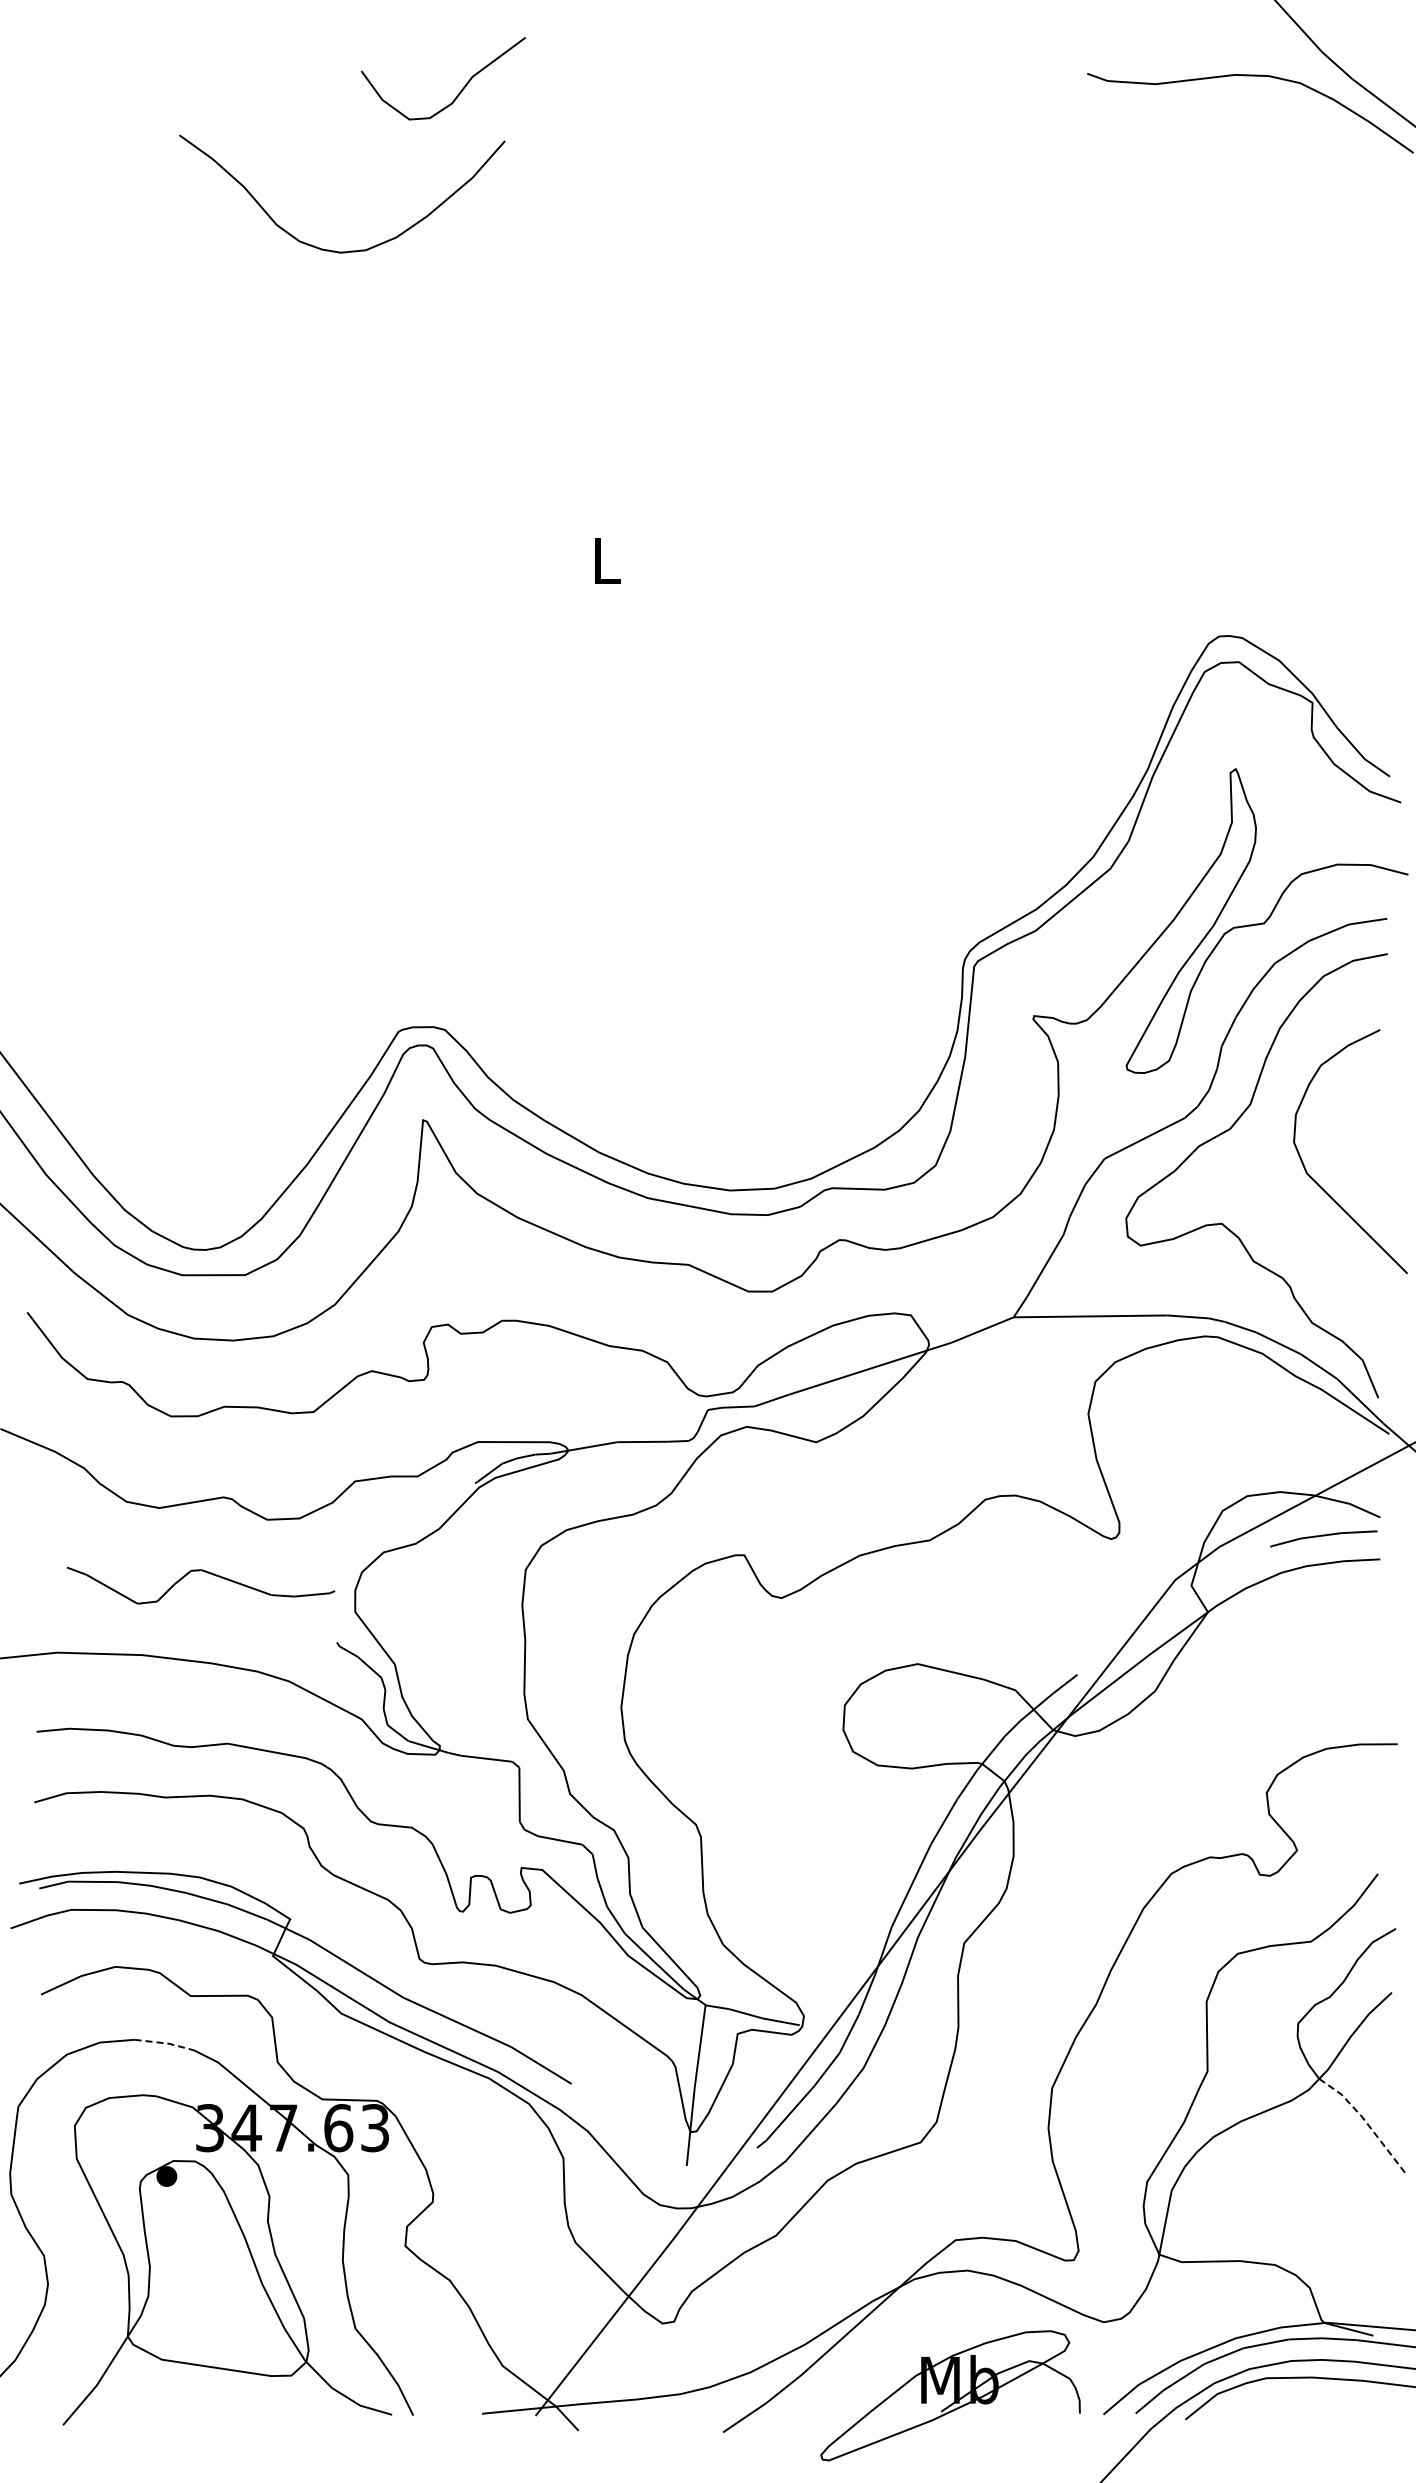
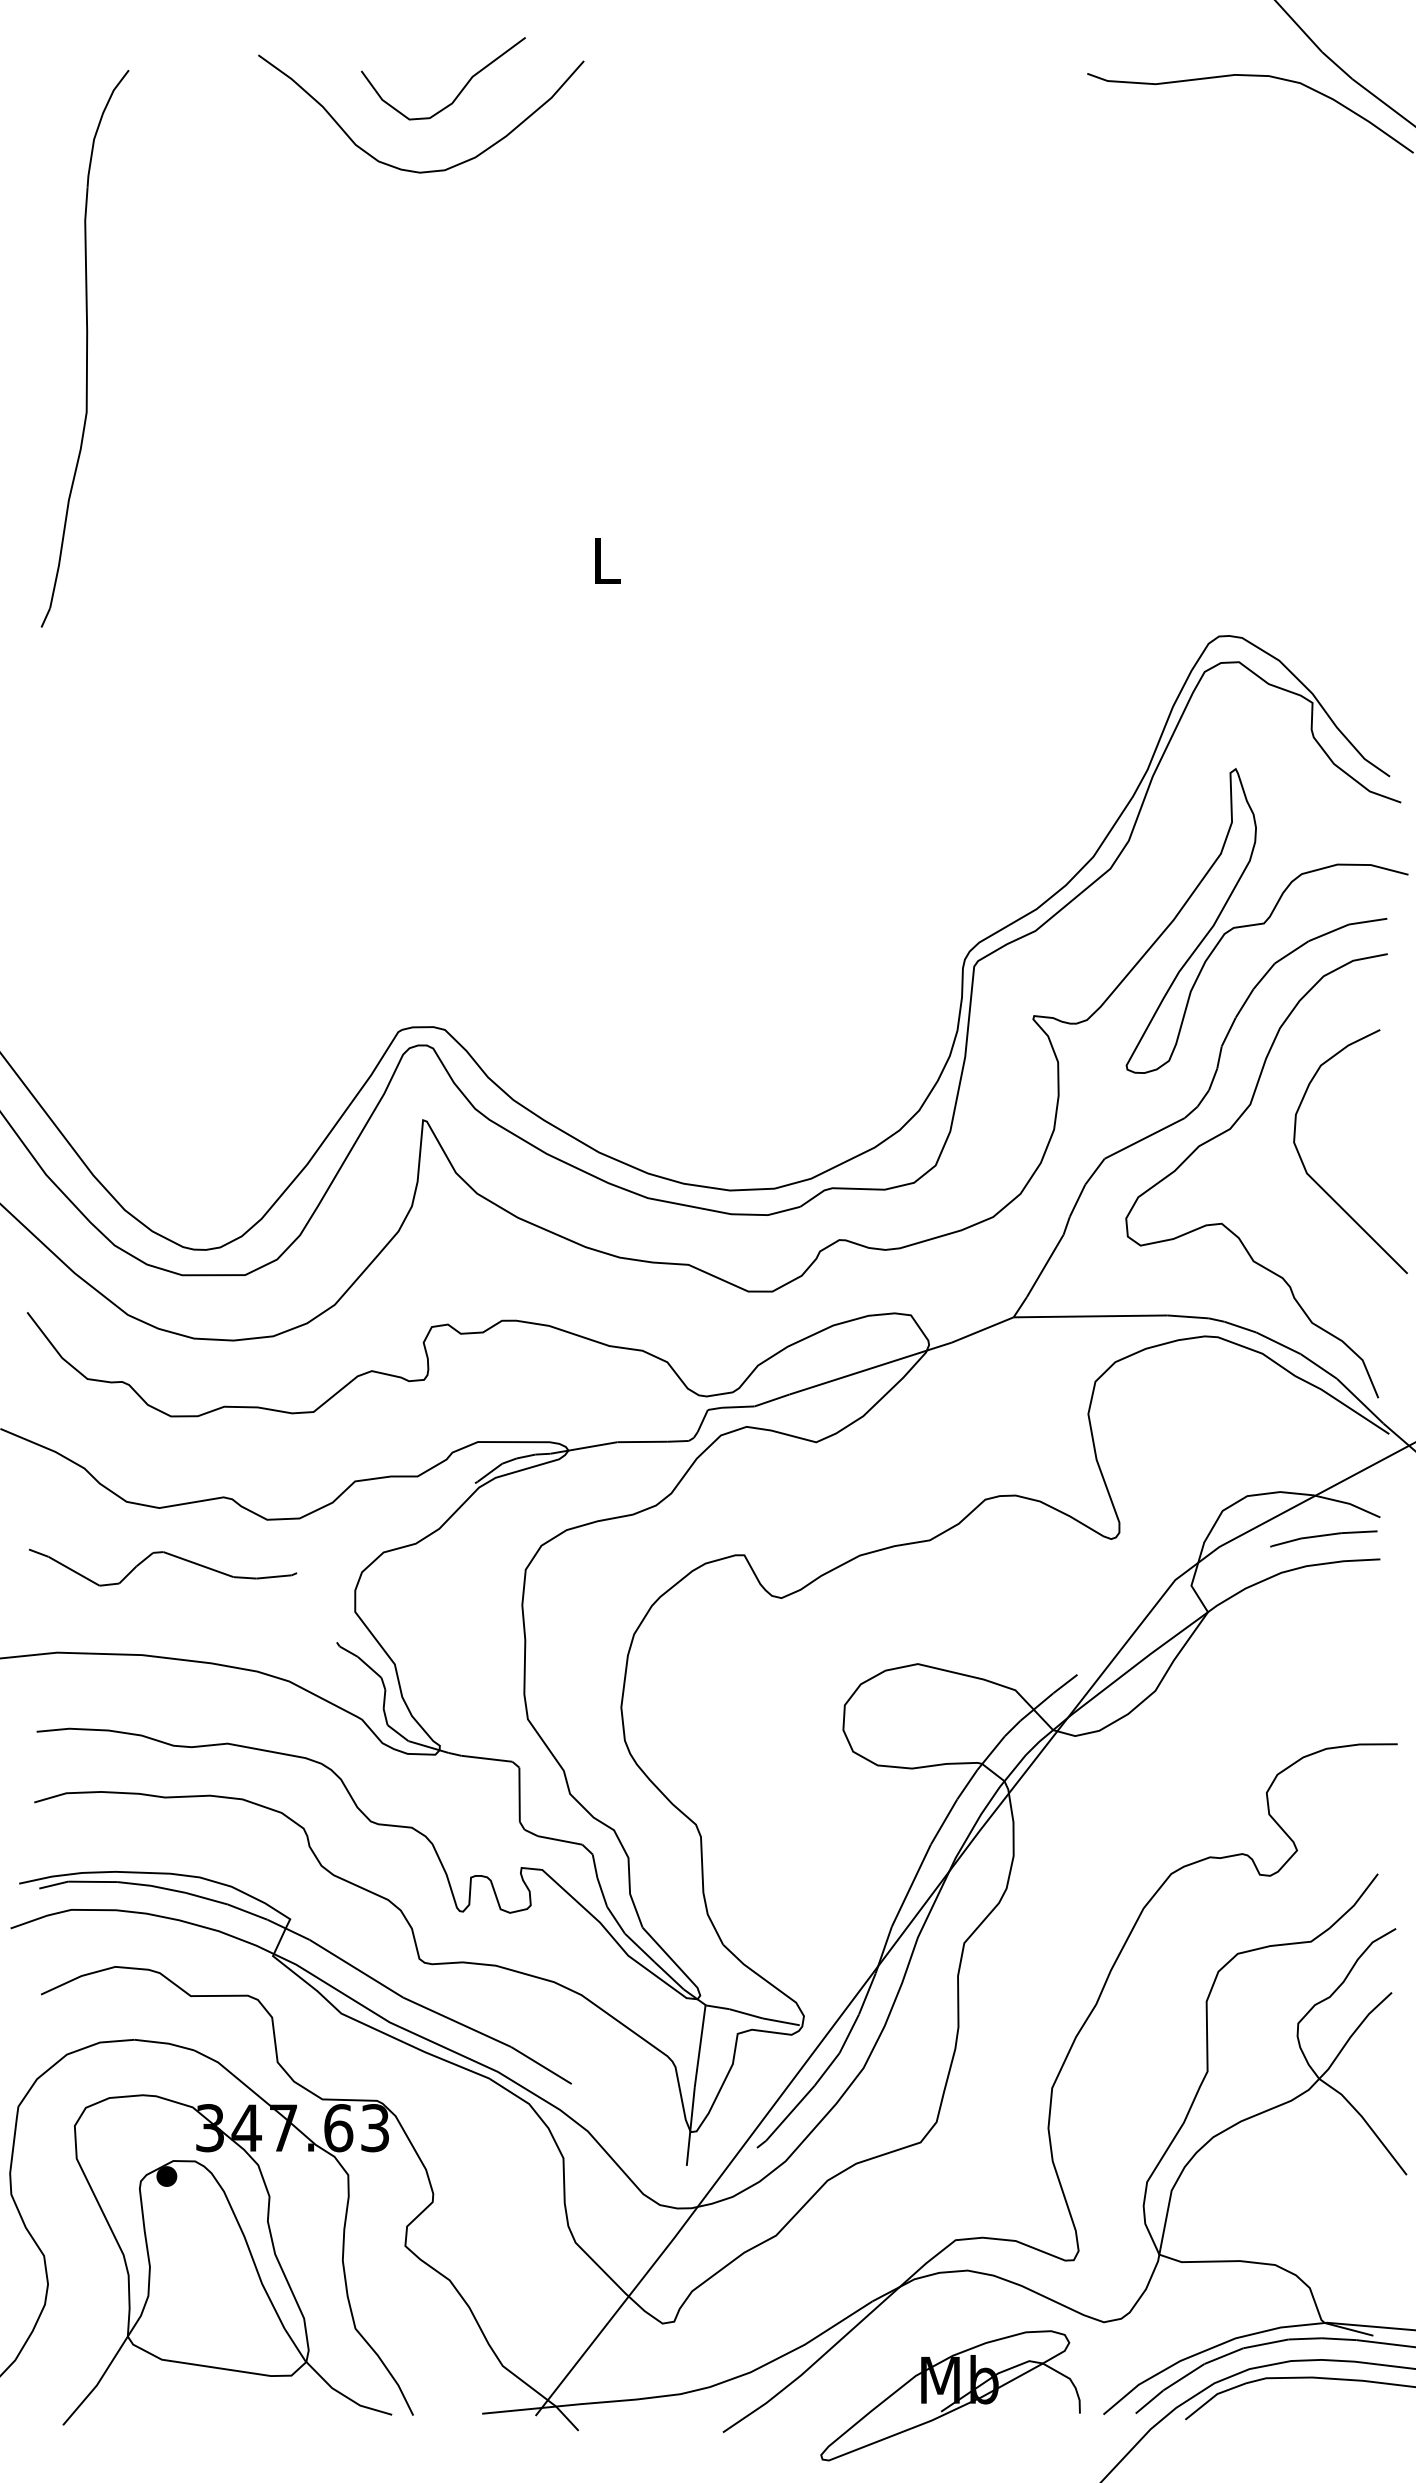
curve at (335, 250) position: (335, 250) -> (414, 170)
part at (84, 348): none -> present
curve at (204, 1572) position: (204, 1572) -> (166, 1554)
line at (166, 2043): dashed -> solid
line at (1366, 2122): dashed -> solid
